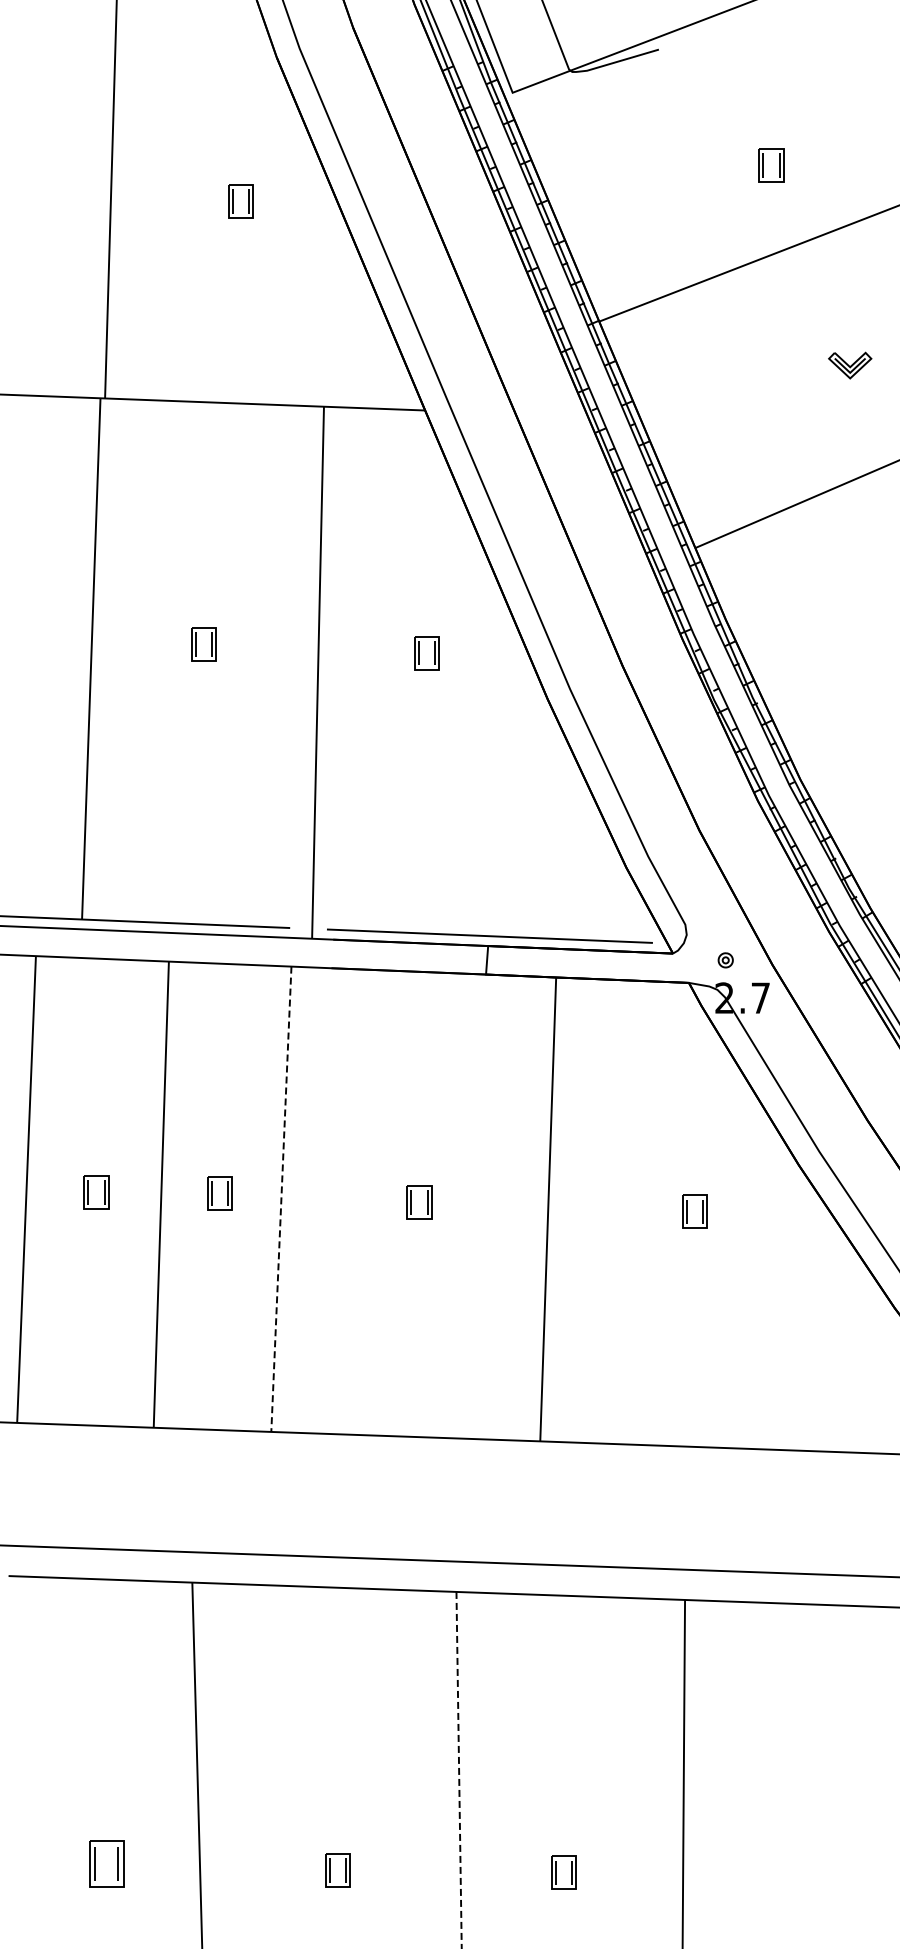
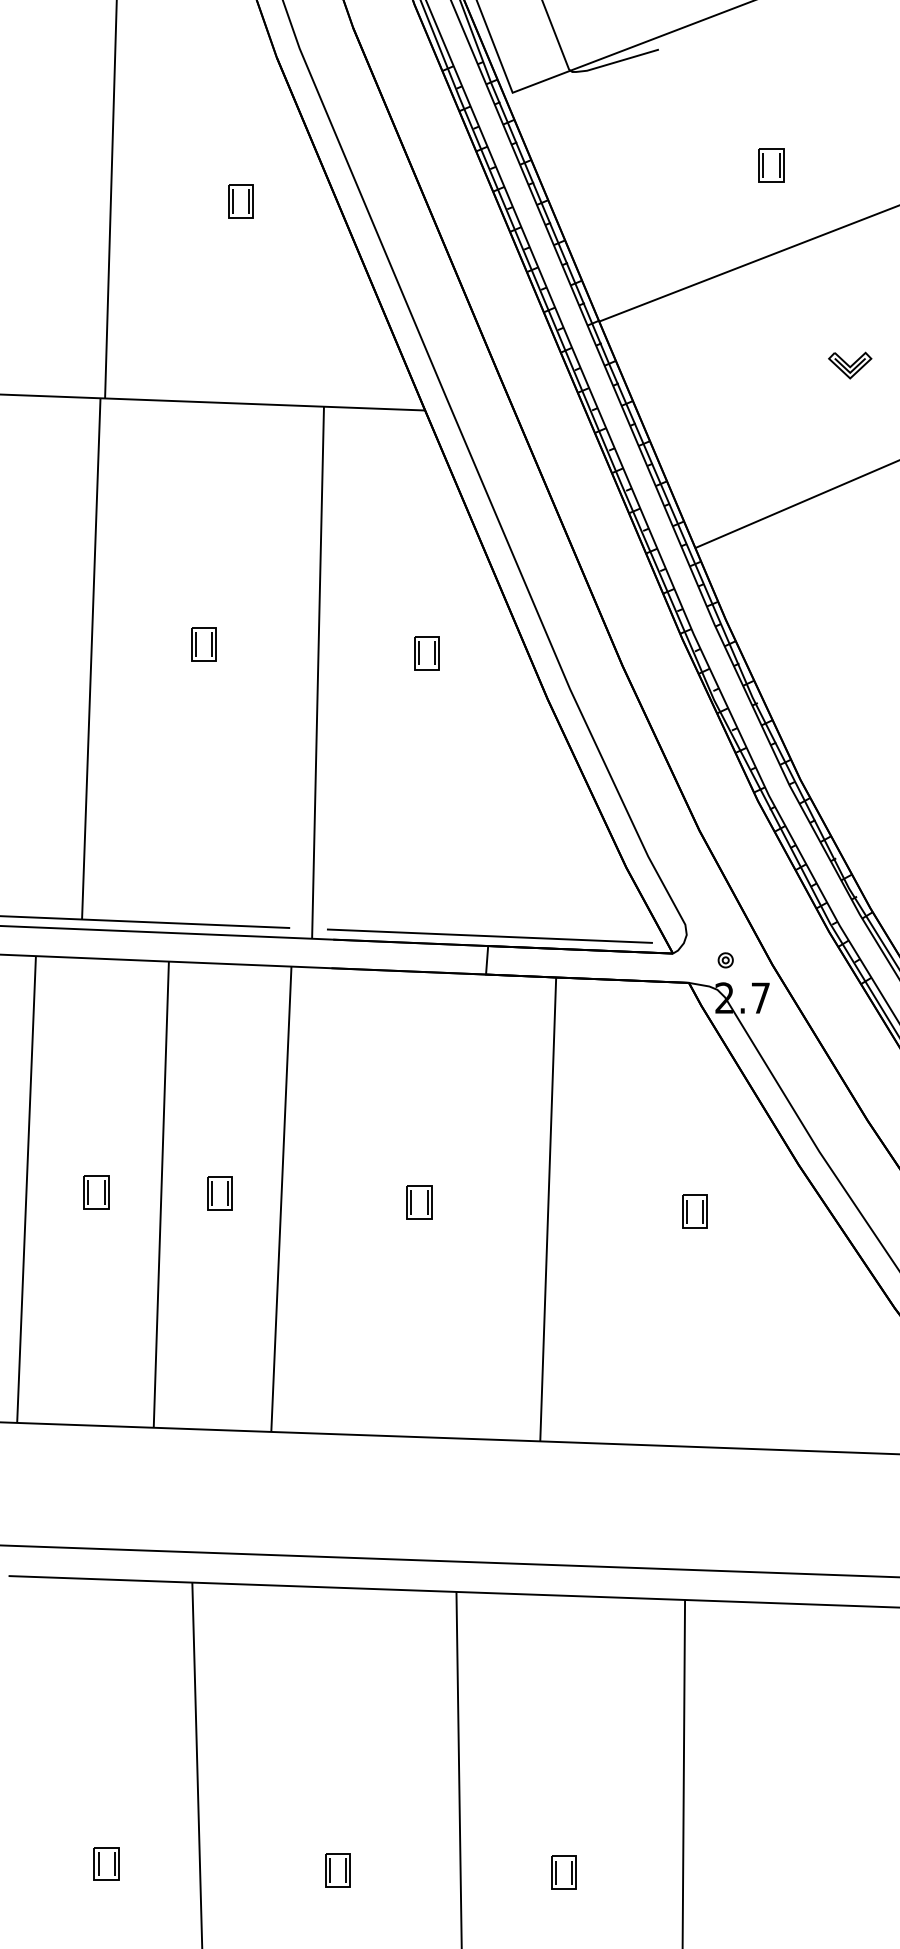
line at (281, 1199): dashed -> solid
line at (459, 1770): dashed -> solid
part at (106, 1863) size: 36x48 px -> 27x34 px
